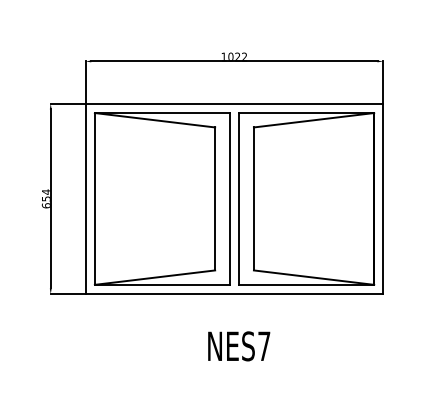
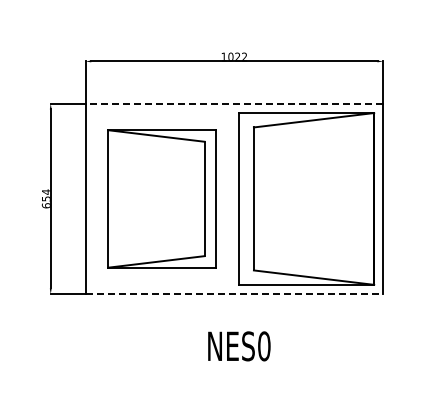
line at (234, 103): solid -> dashed
part at (162, 198) size: 137x174 px -> 110x140 px
line at (234, 294): solid -> dashed
text at (264, 346): NES7 -> NES0
